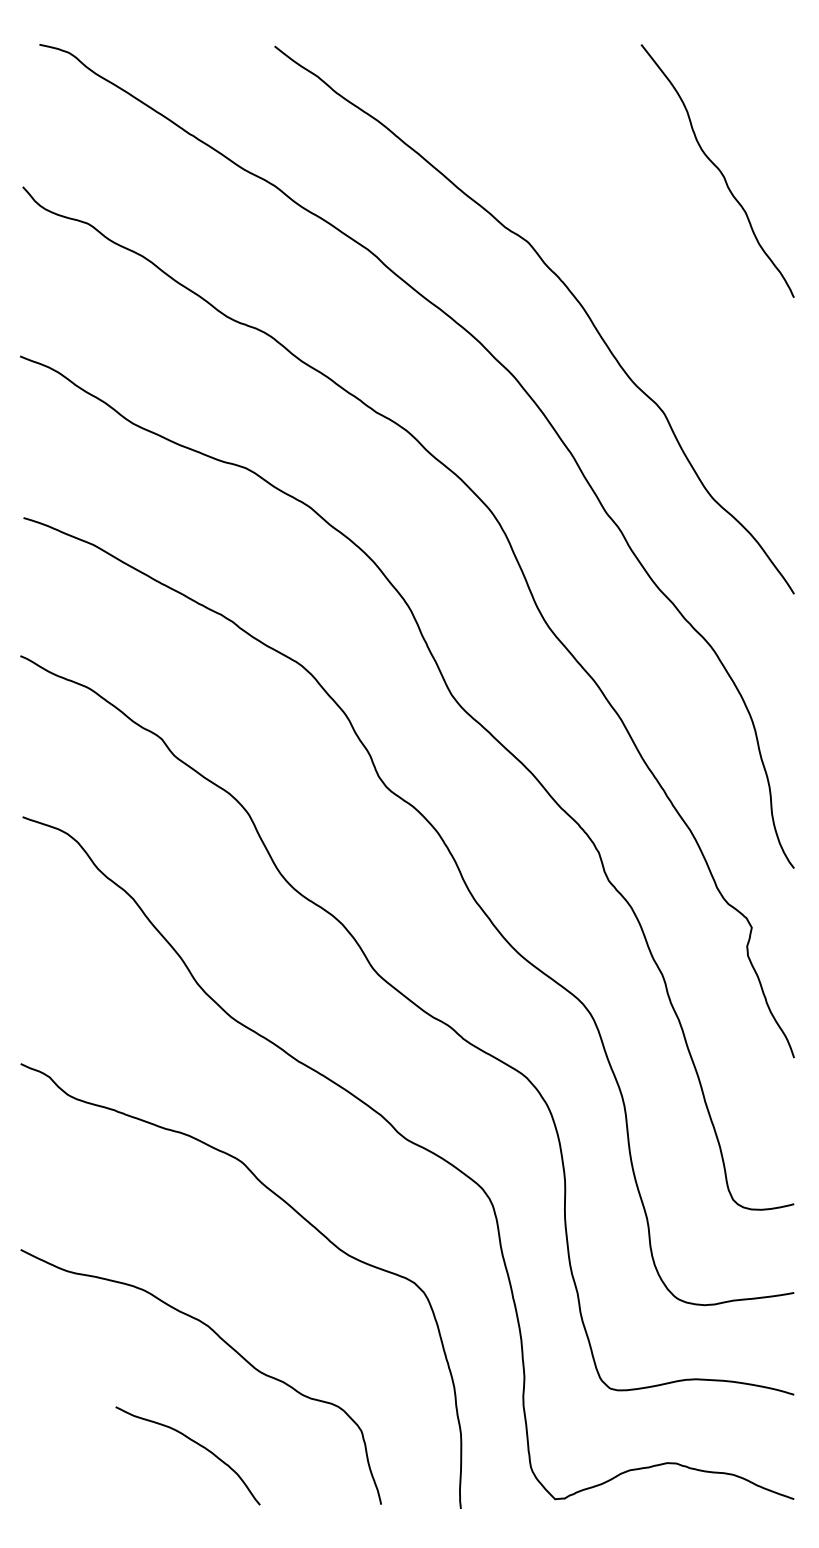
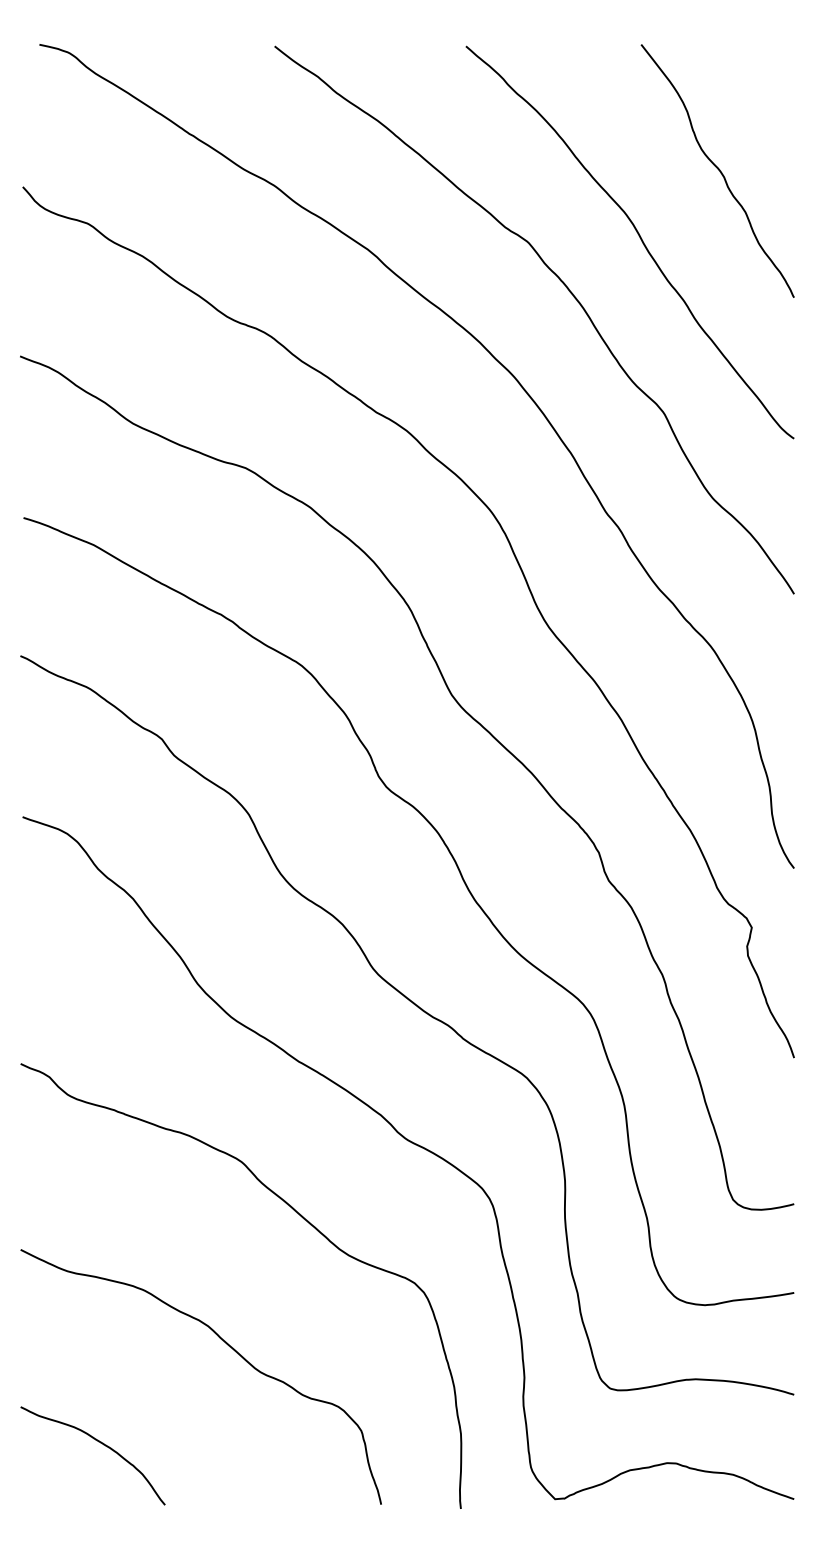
curve at (638, 236): none -> present
curve at (193, 1442) position: (193, 1442) -> (98, 1442)
